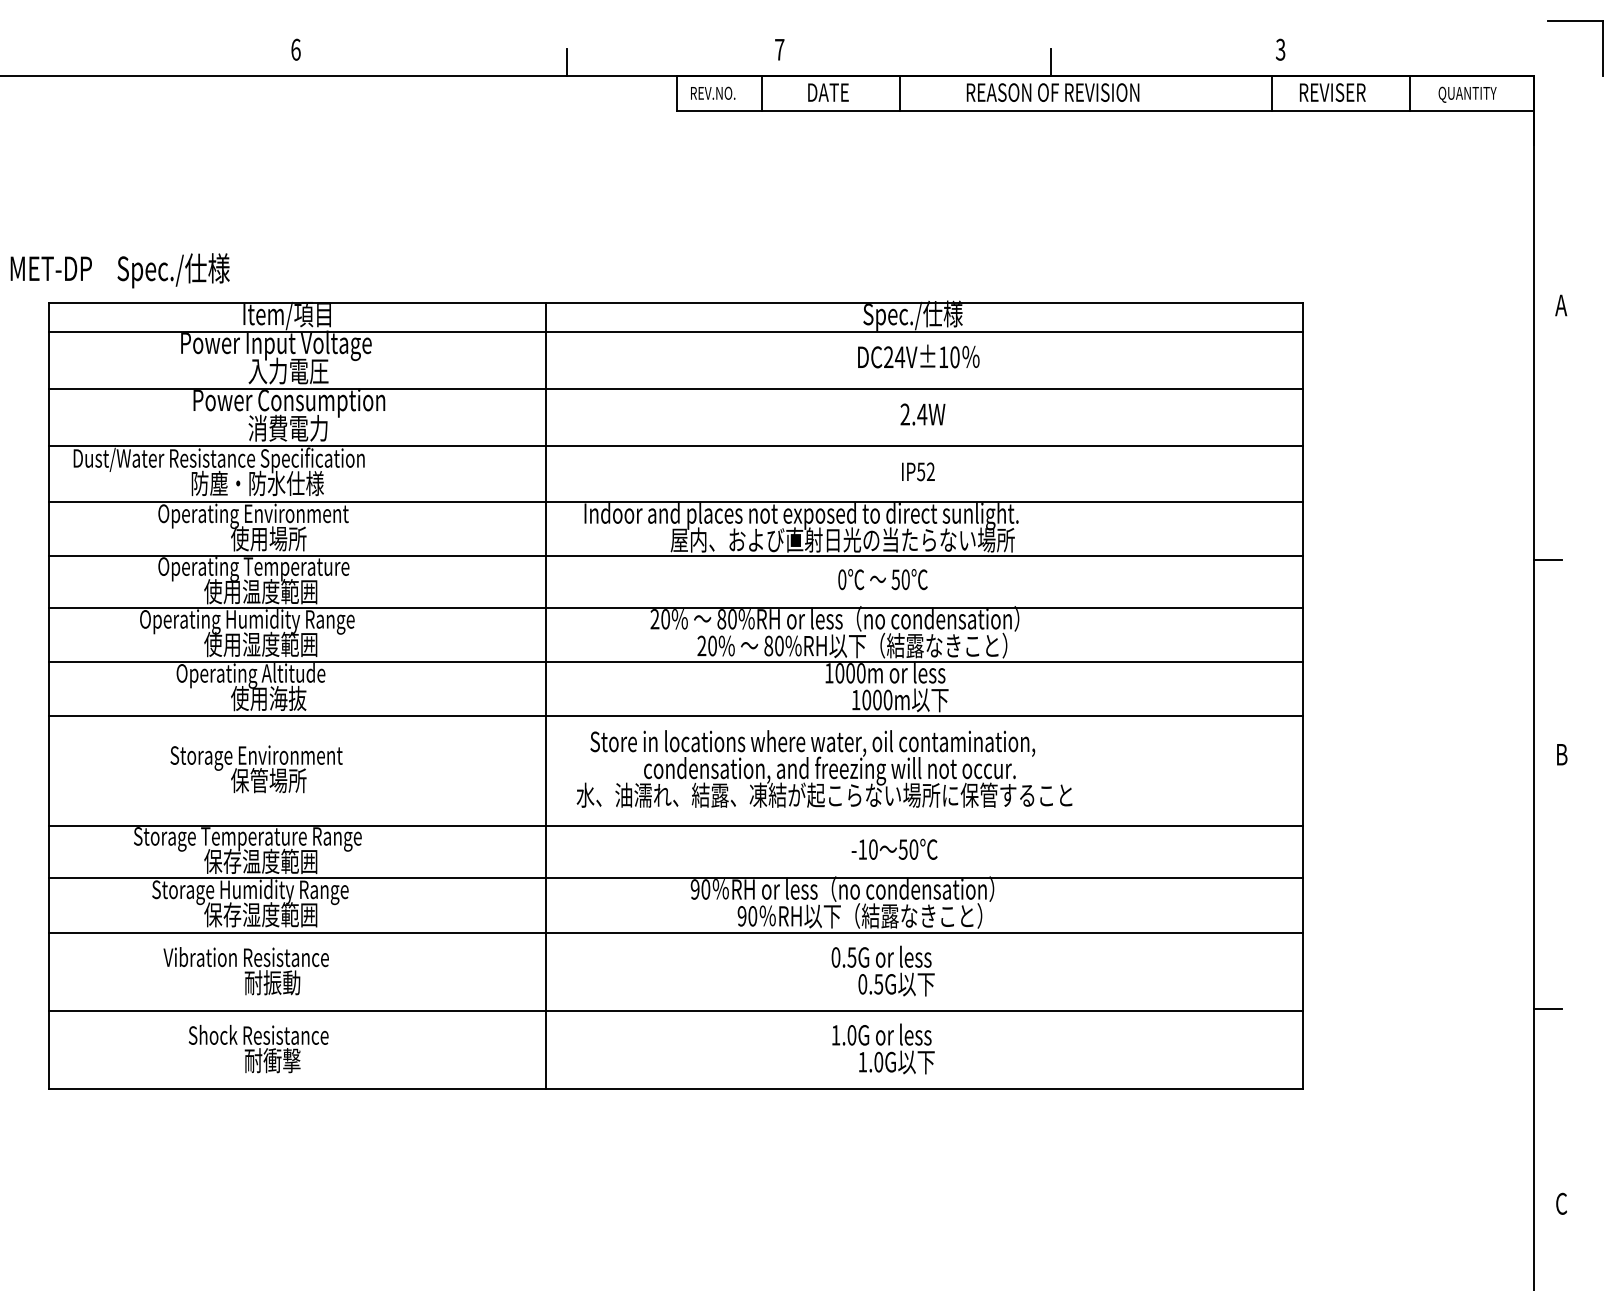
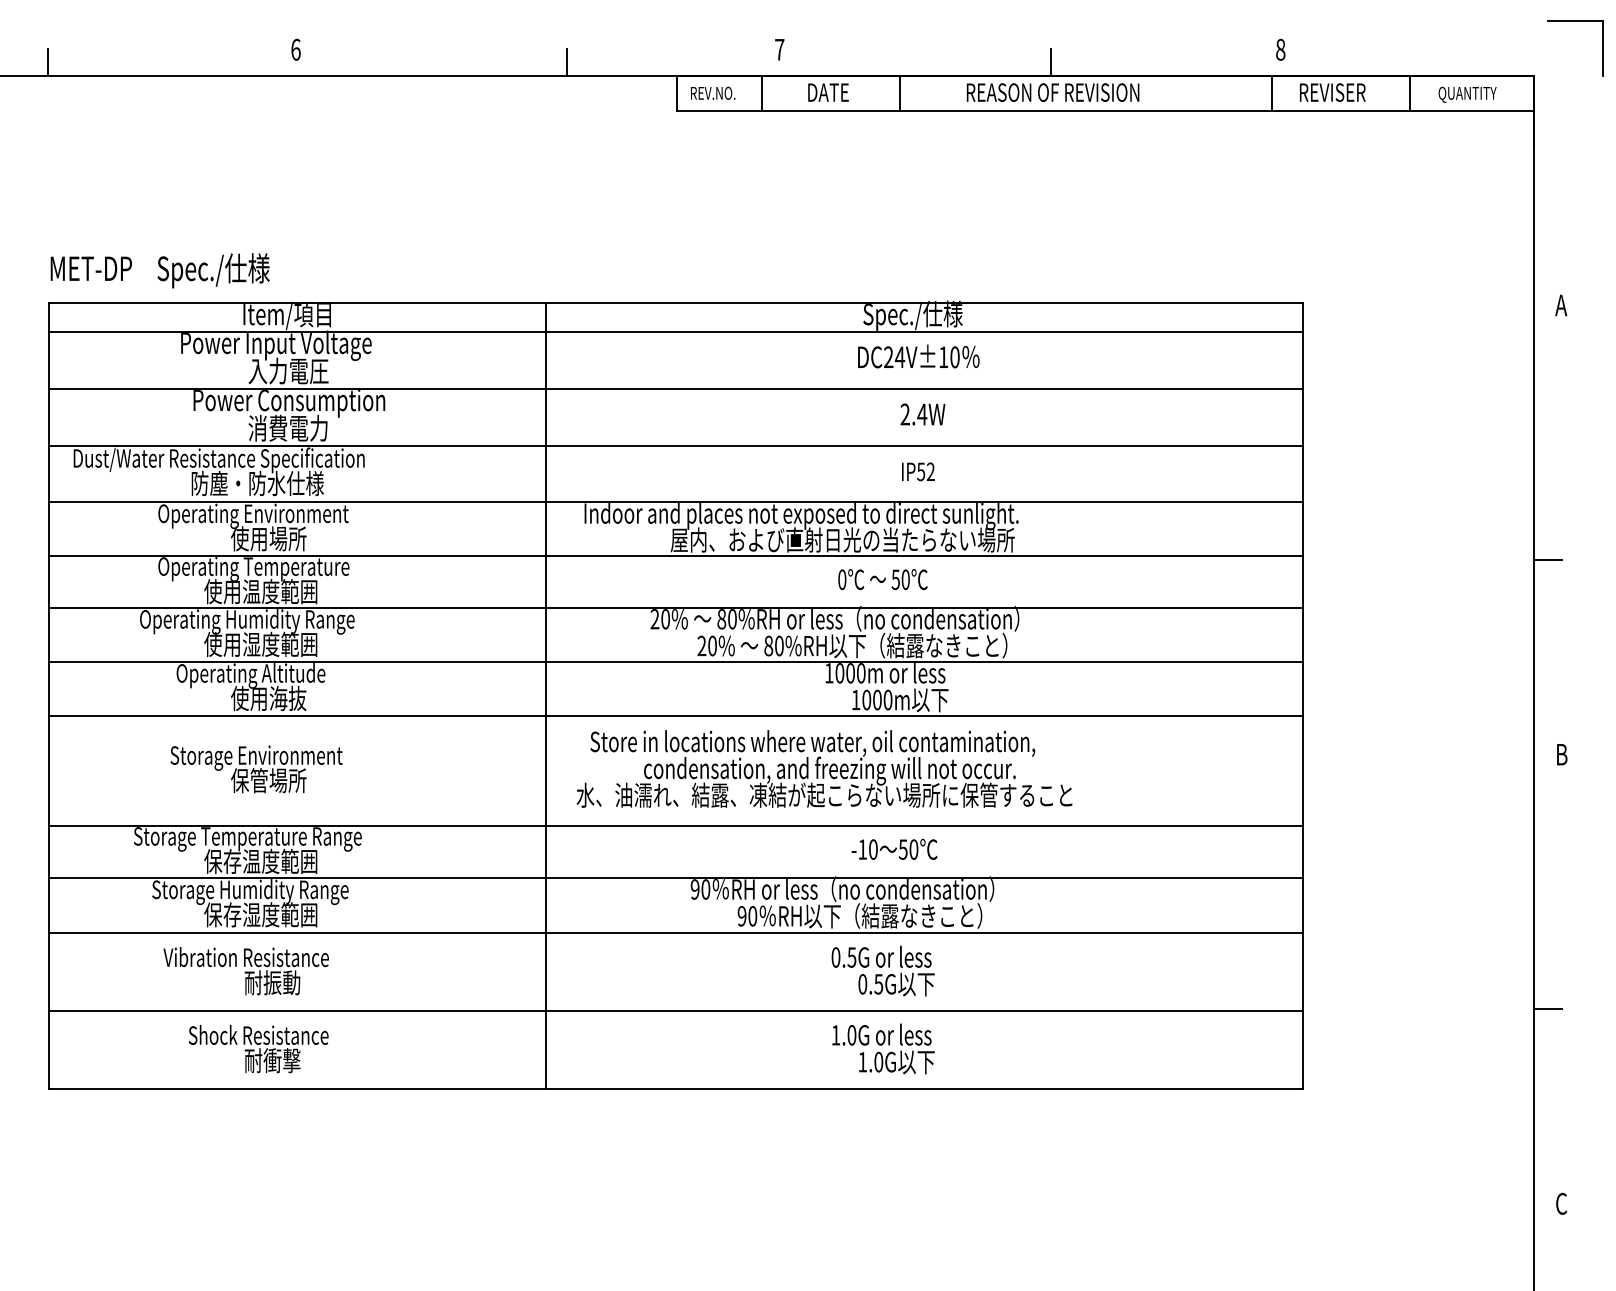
text at (1280, 49): 3 -> 8
line at (48, 62): none -> present
text at (119, 270) position: (119, 270) -> (159, 270)
